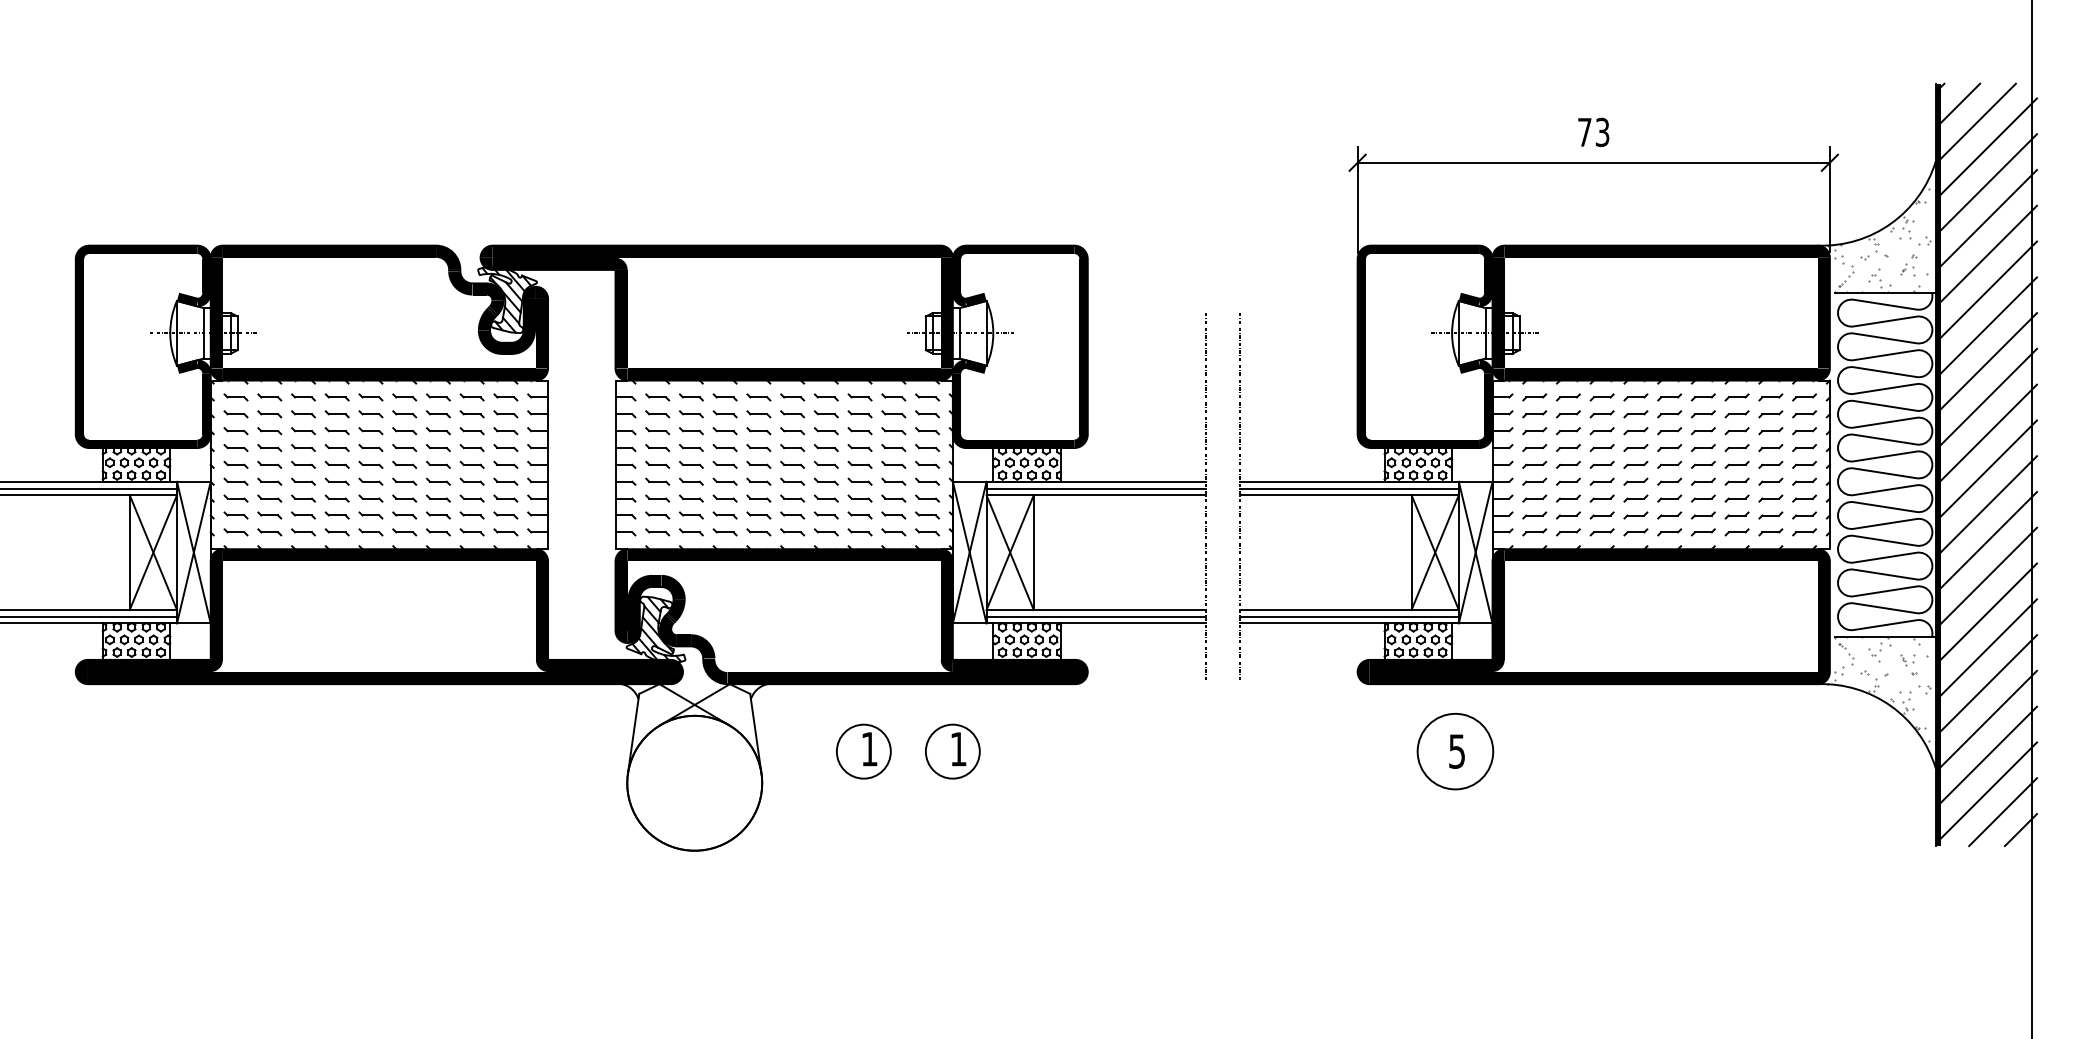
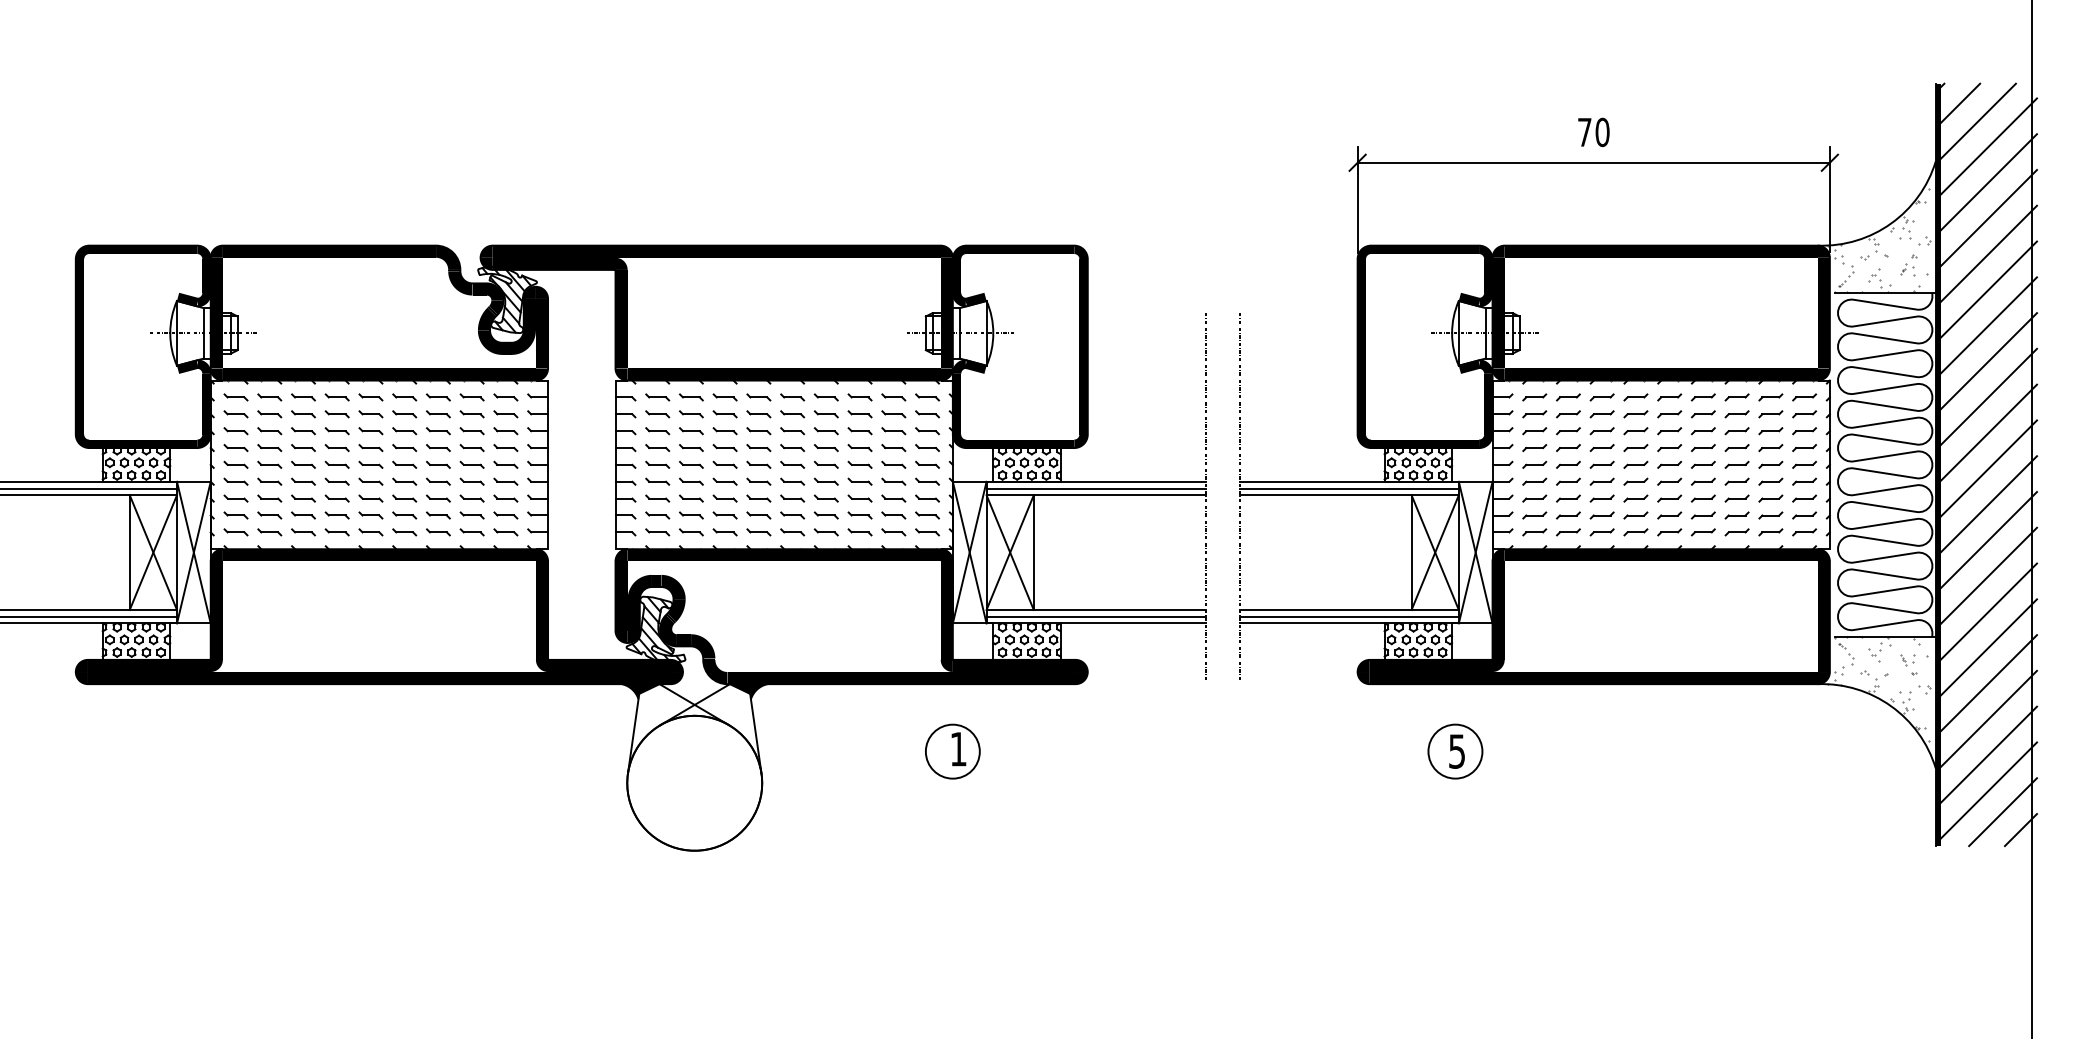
text at (1602, 132): 73 -> 70
fill at (640, 691): none -> present
fill at (748, 691): none -> present
part at (863, 751): present -> none
circle at (1455, 751) diameter: 76 px -> 54 px
